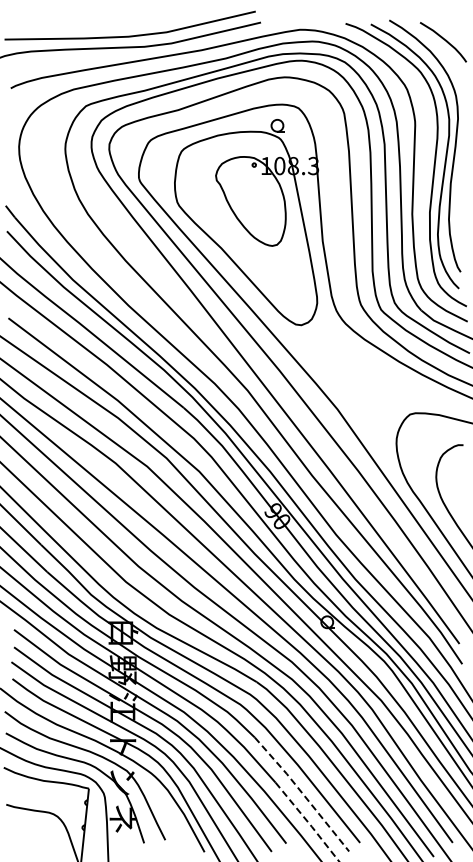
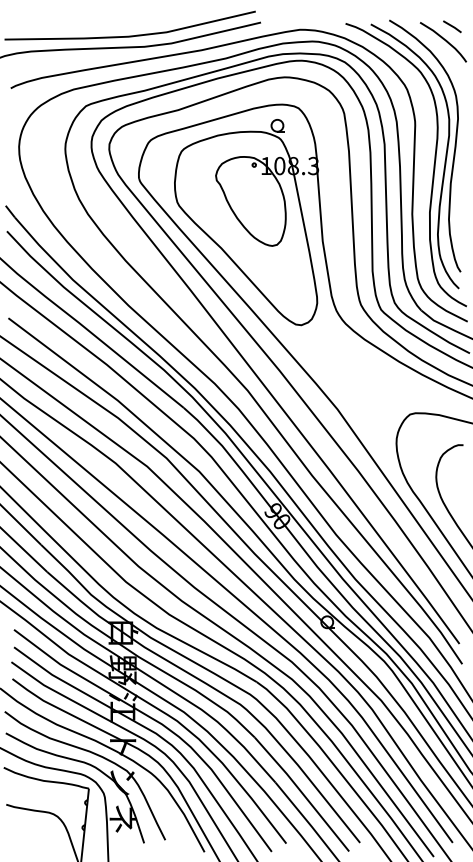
line at (452, 26): none -> present
line at (302, 793): dashed -> solid
line at (308, 822): dashed -> solid
